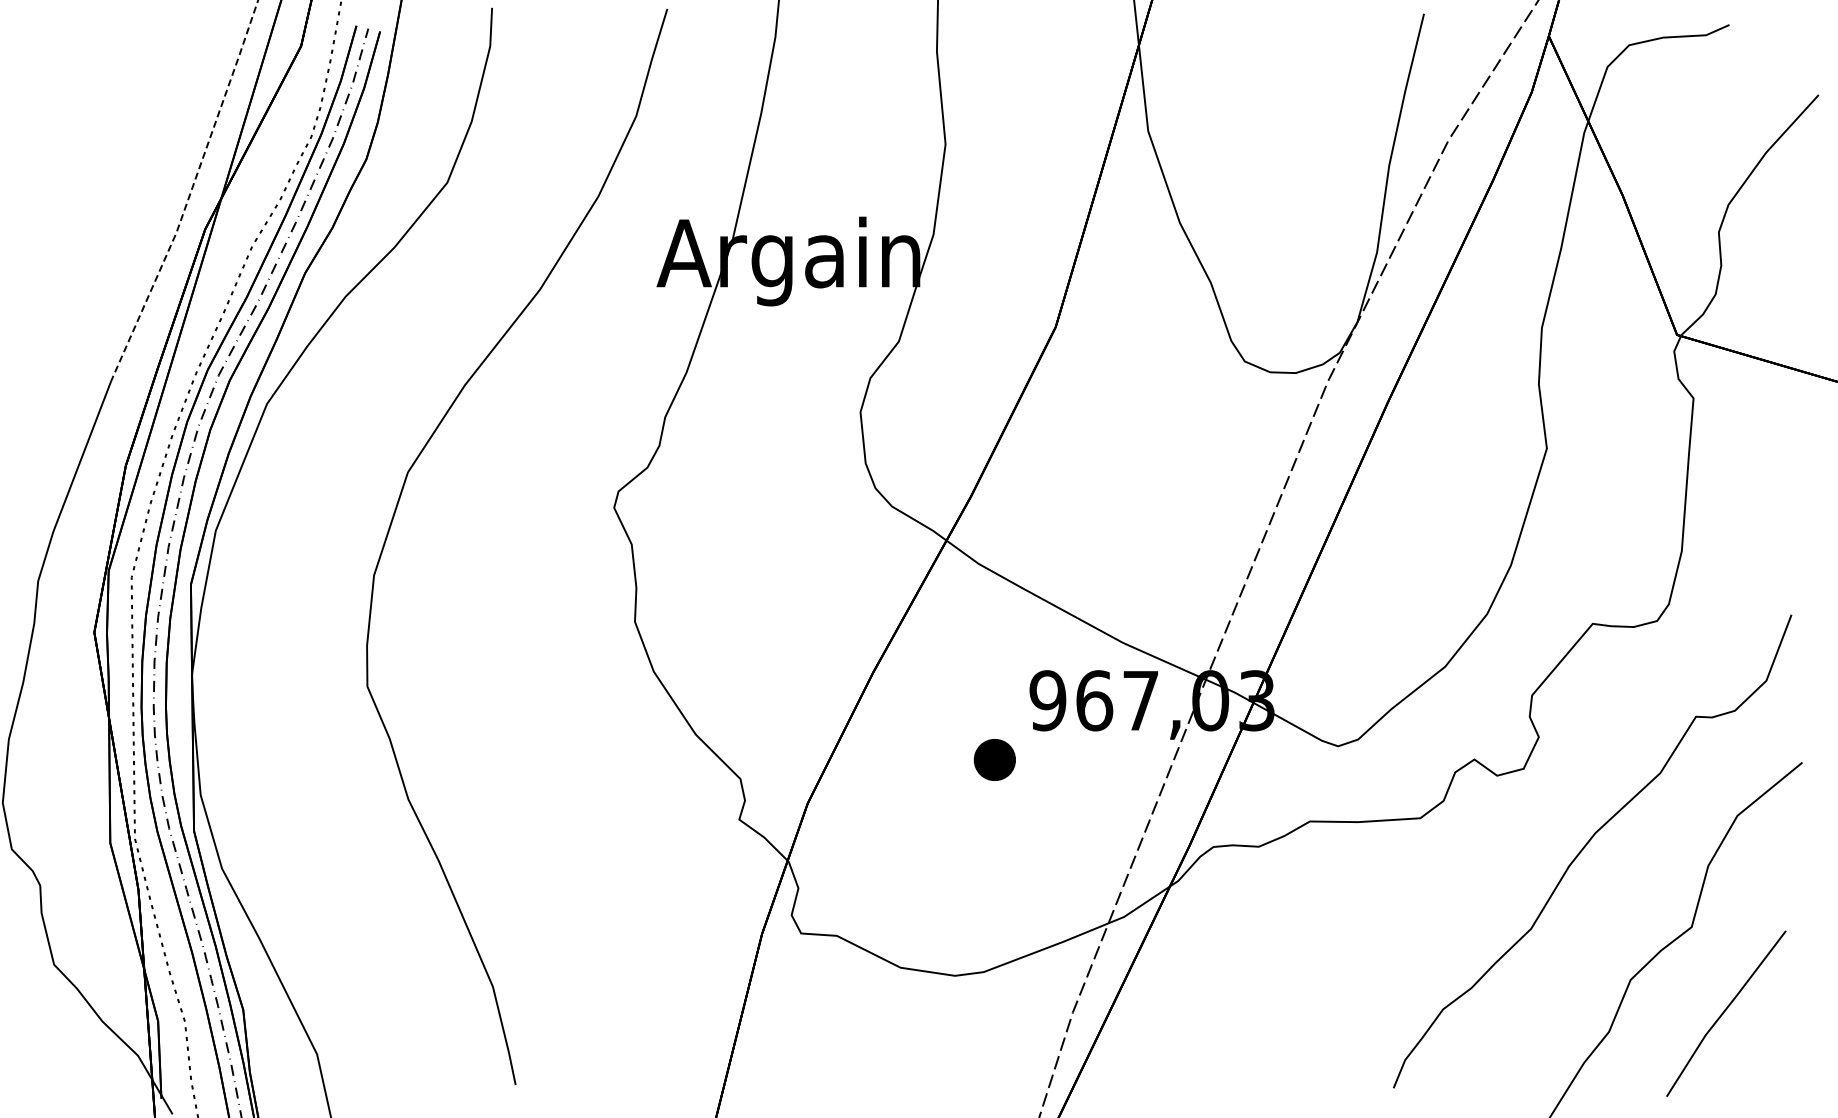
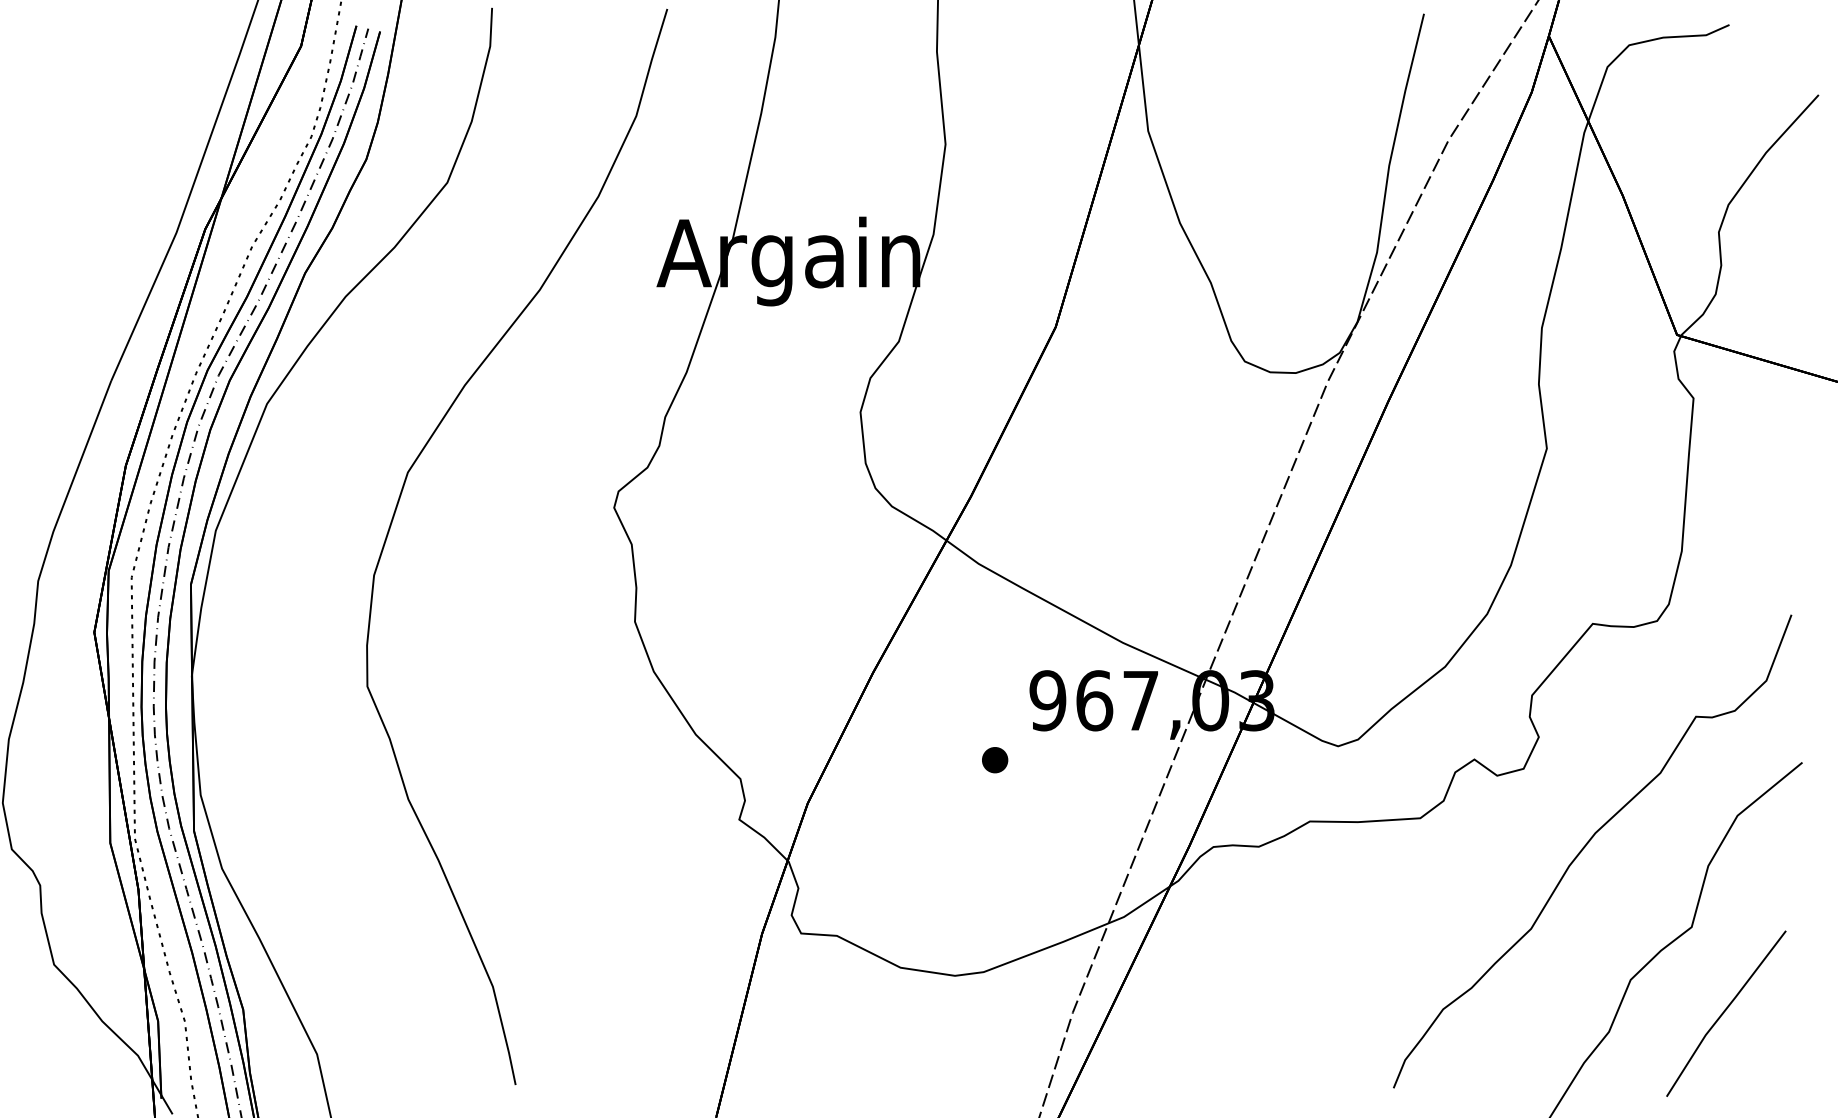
line at (190, 193): dashed -> solid
part at (994, 759) size: 43x42 px -> 27x27 px
